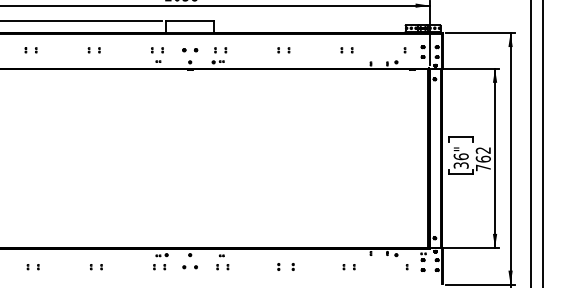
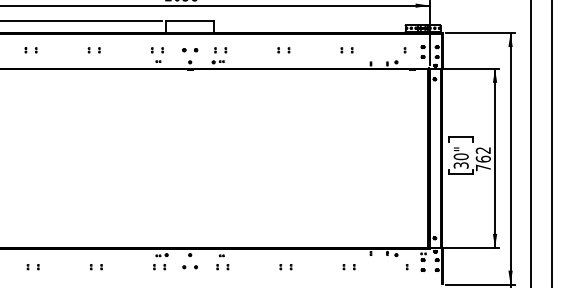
line at (542, 143) position: (542, 143) -> (551, 143)
text at (460, 156): 36" -> 30"
part at (285, 266) size: 18x8 px -> 14x7 px
